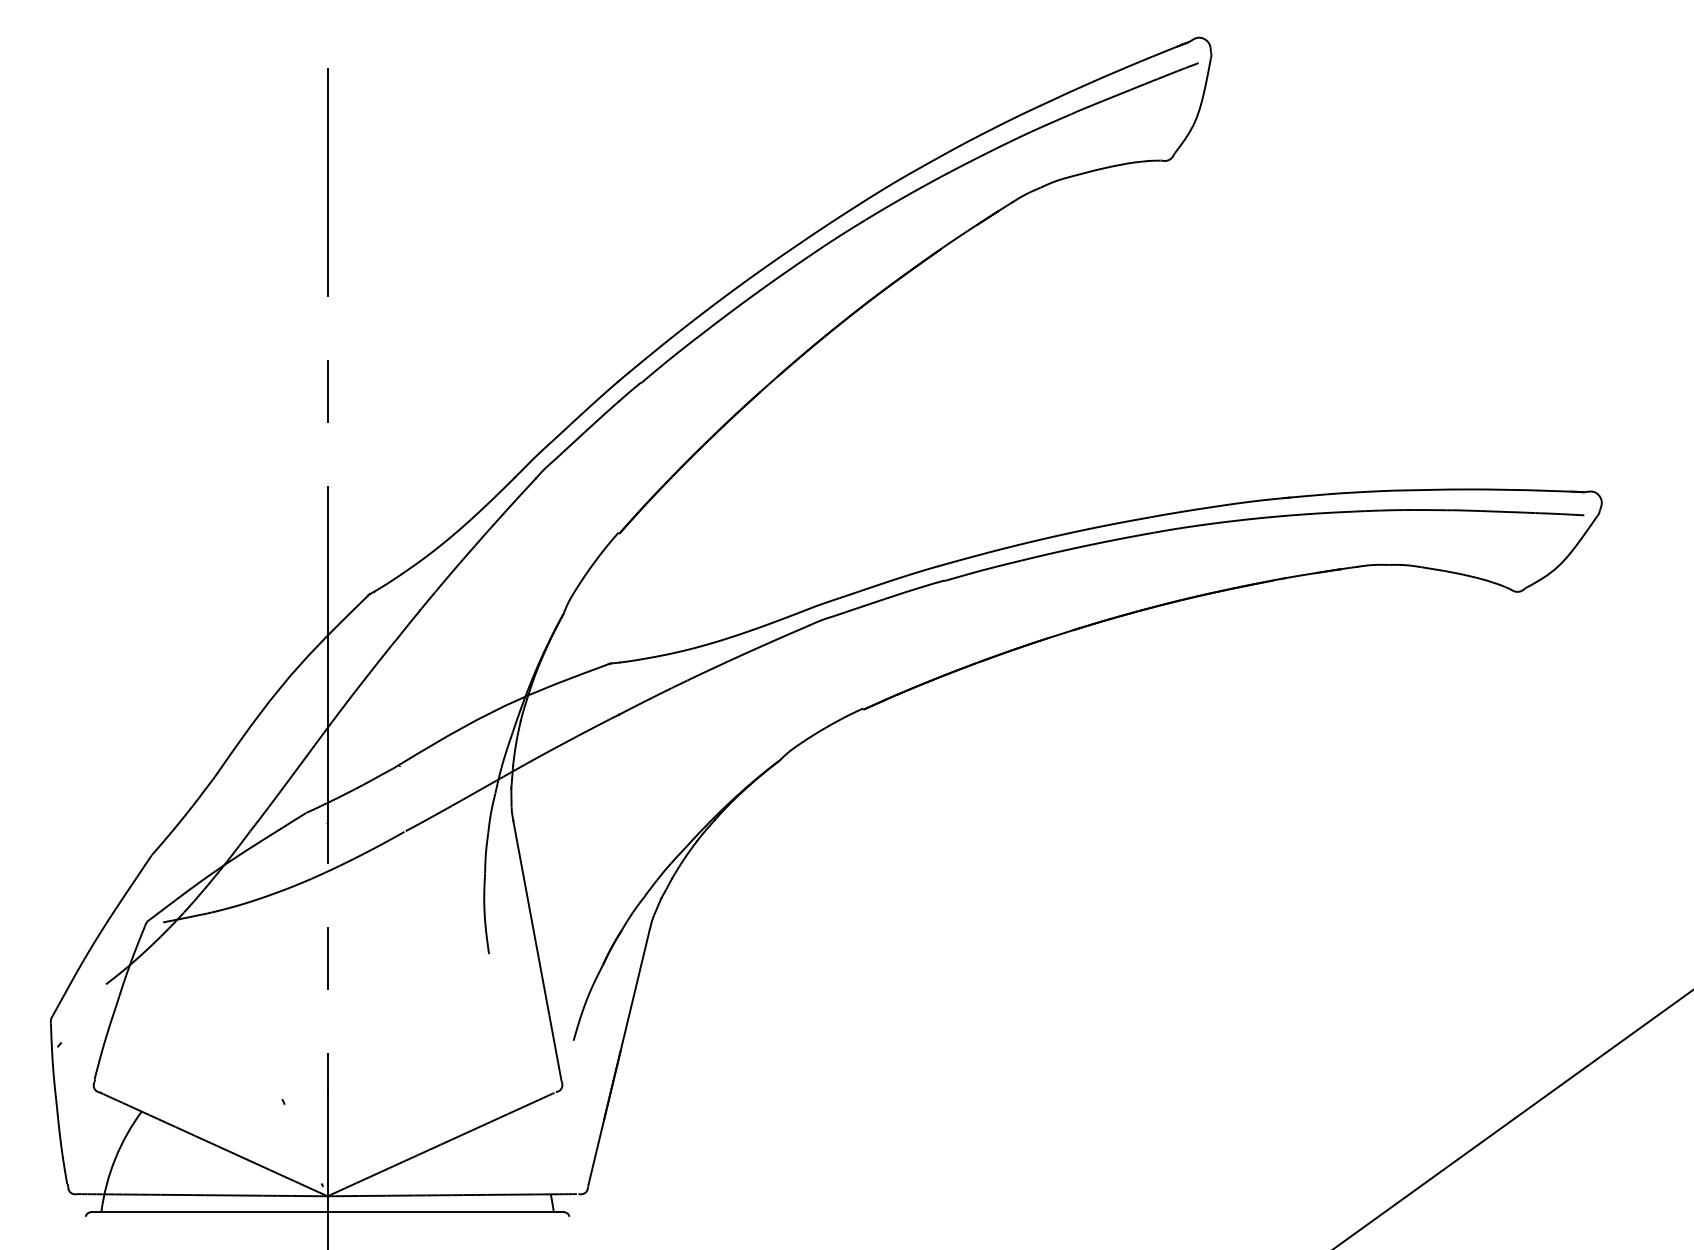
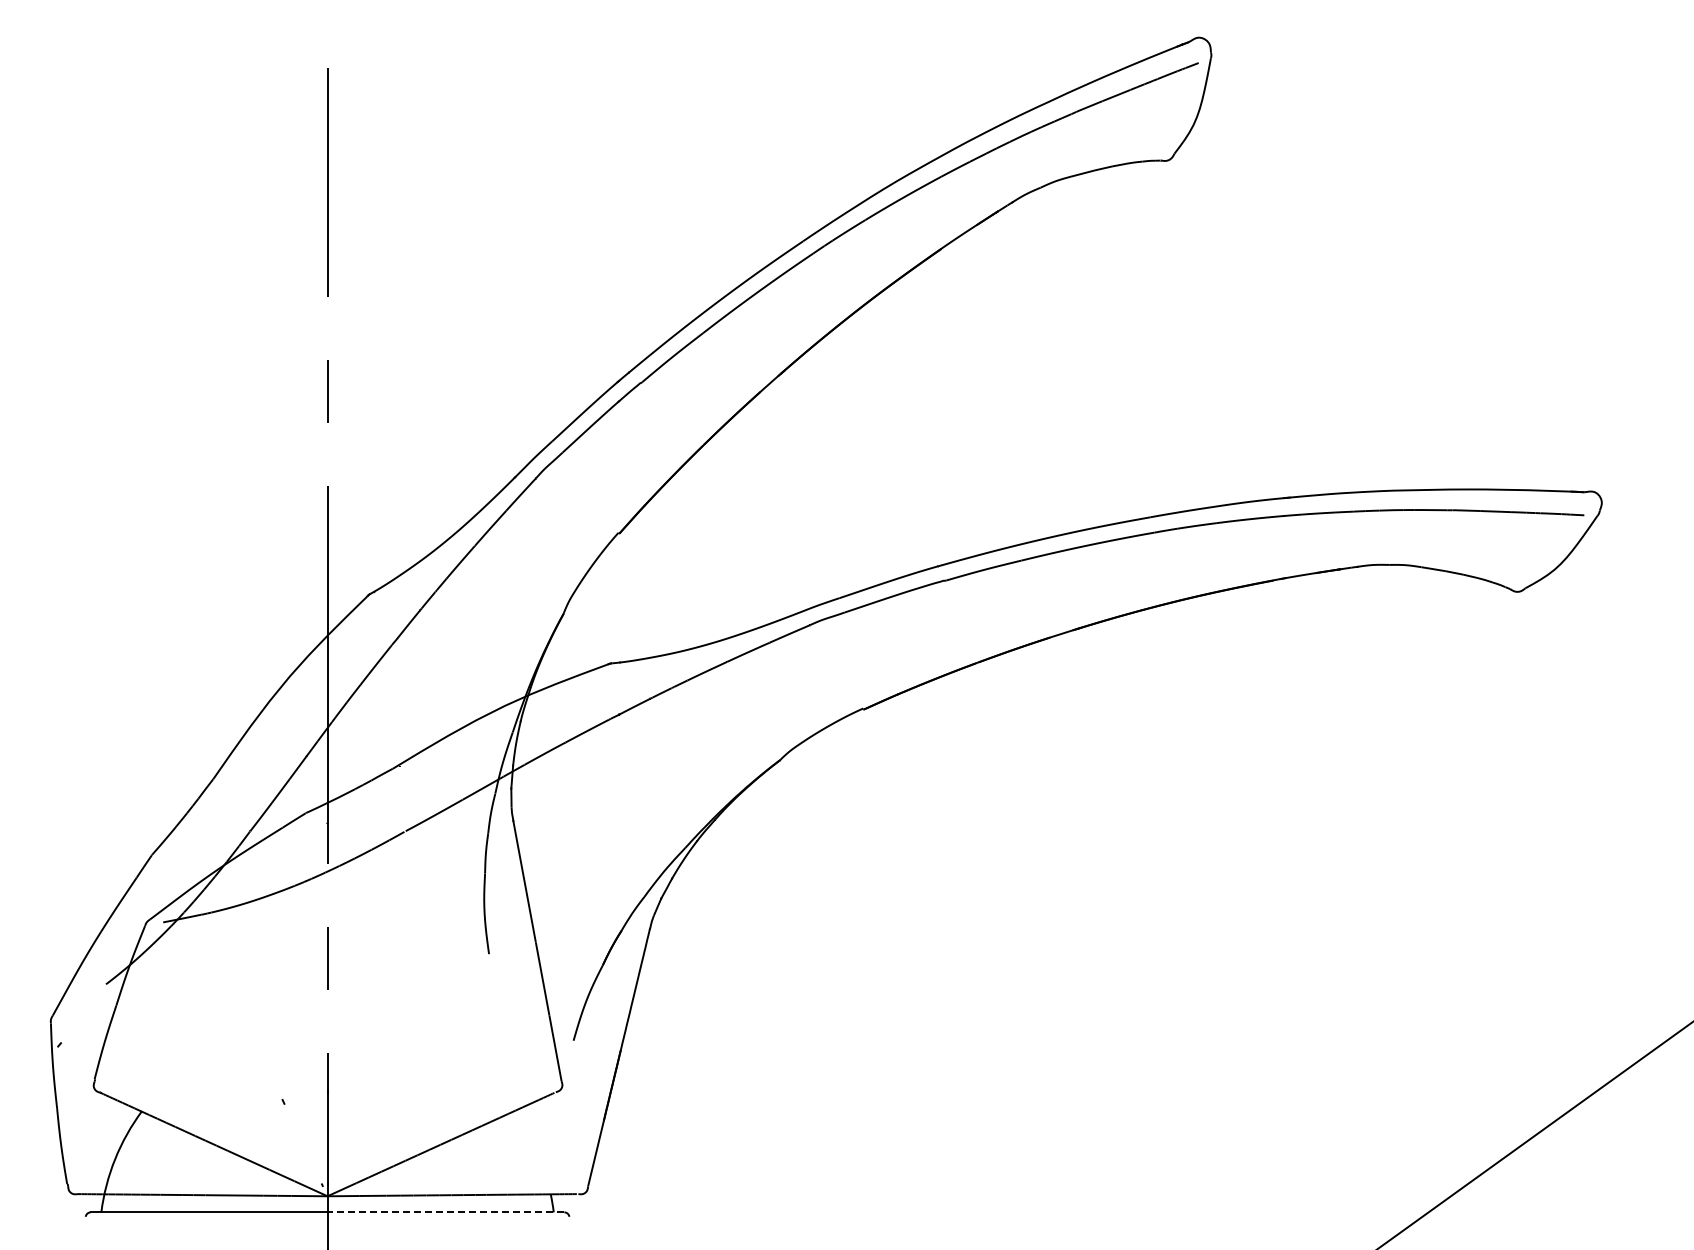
line at (1513, 1118) position: (1513, 1118) -> (1535, 1134)
line at (445, 1212): solid -> dashed
